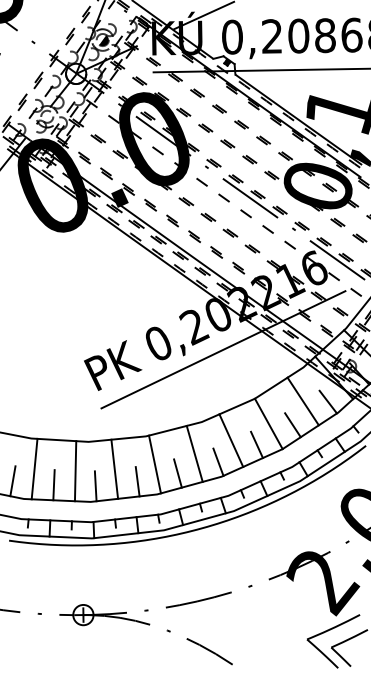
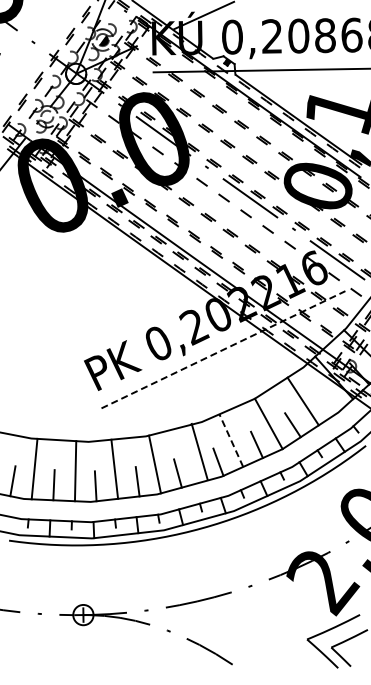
line at (223, 349): solid -> dashed
line at (327, 401): present -> none
line at (231, 440): solid -> dashed
line at (194, 453) position: (194, 453) -> (199, 451)
